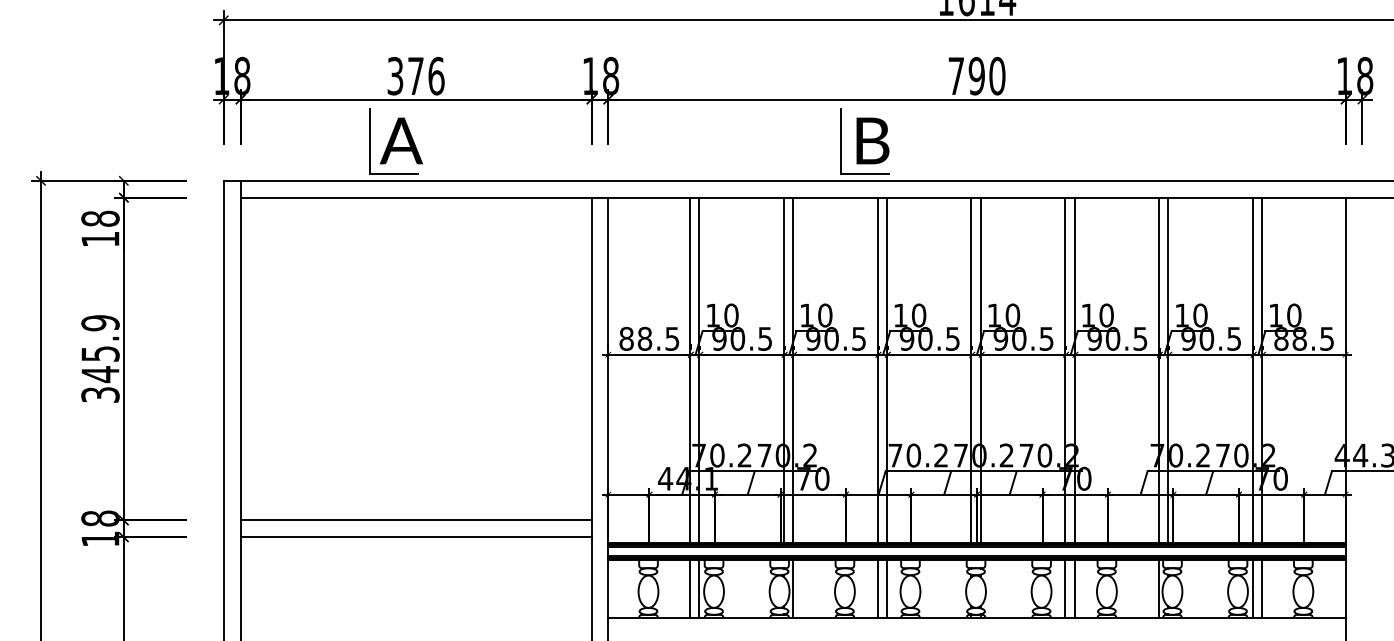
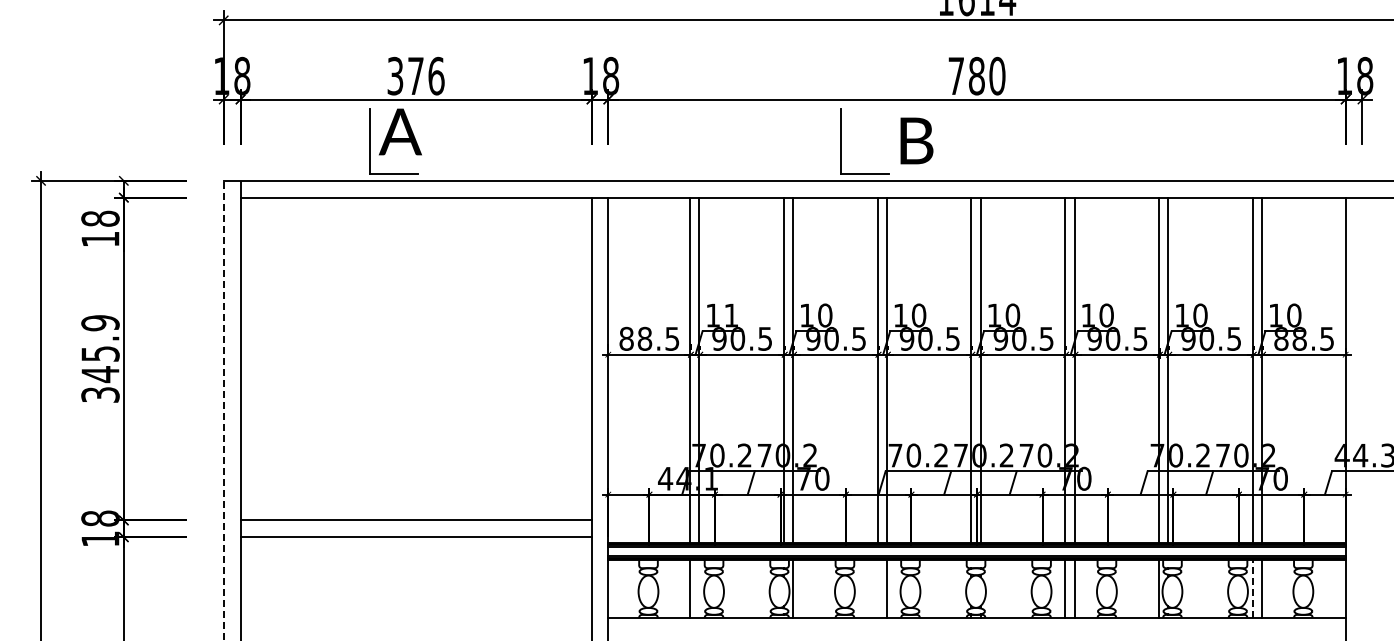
text at (976, 76): 790 -> 780
text at (401, 140) position: (401, 140) -> (400, 131)
text at (872, 140) position: (872, 140) -> (916, 140)
text at (731, 315): 10 -> 11
line at (223, 410): solid -> dashed
line at (699, 588): present -> none
line at (877, 588): present -> none
line at (1252, 588): solid -> dashed
